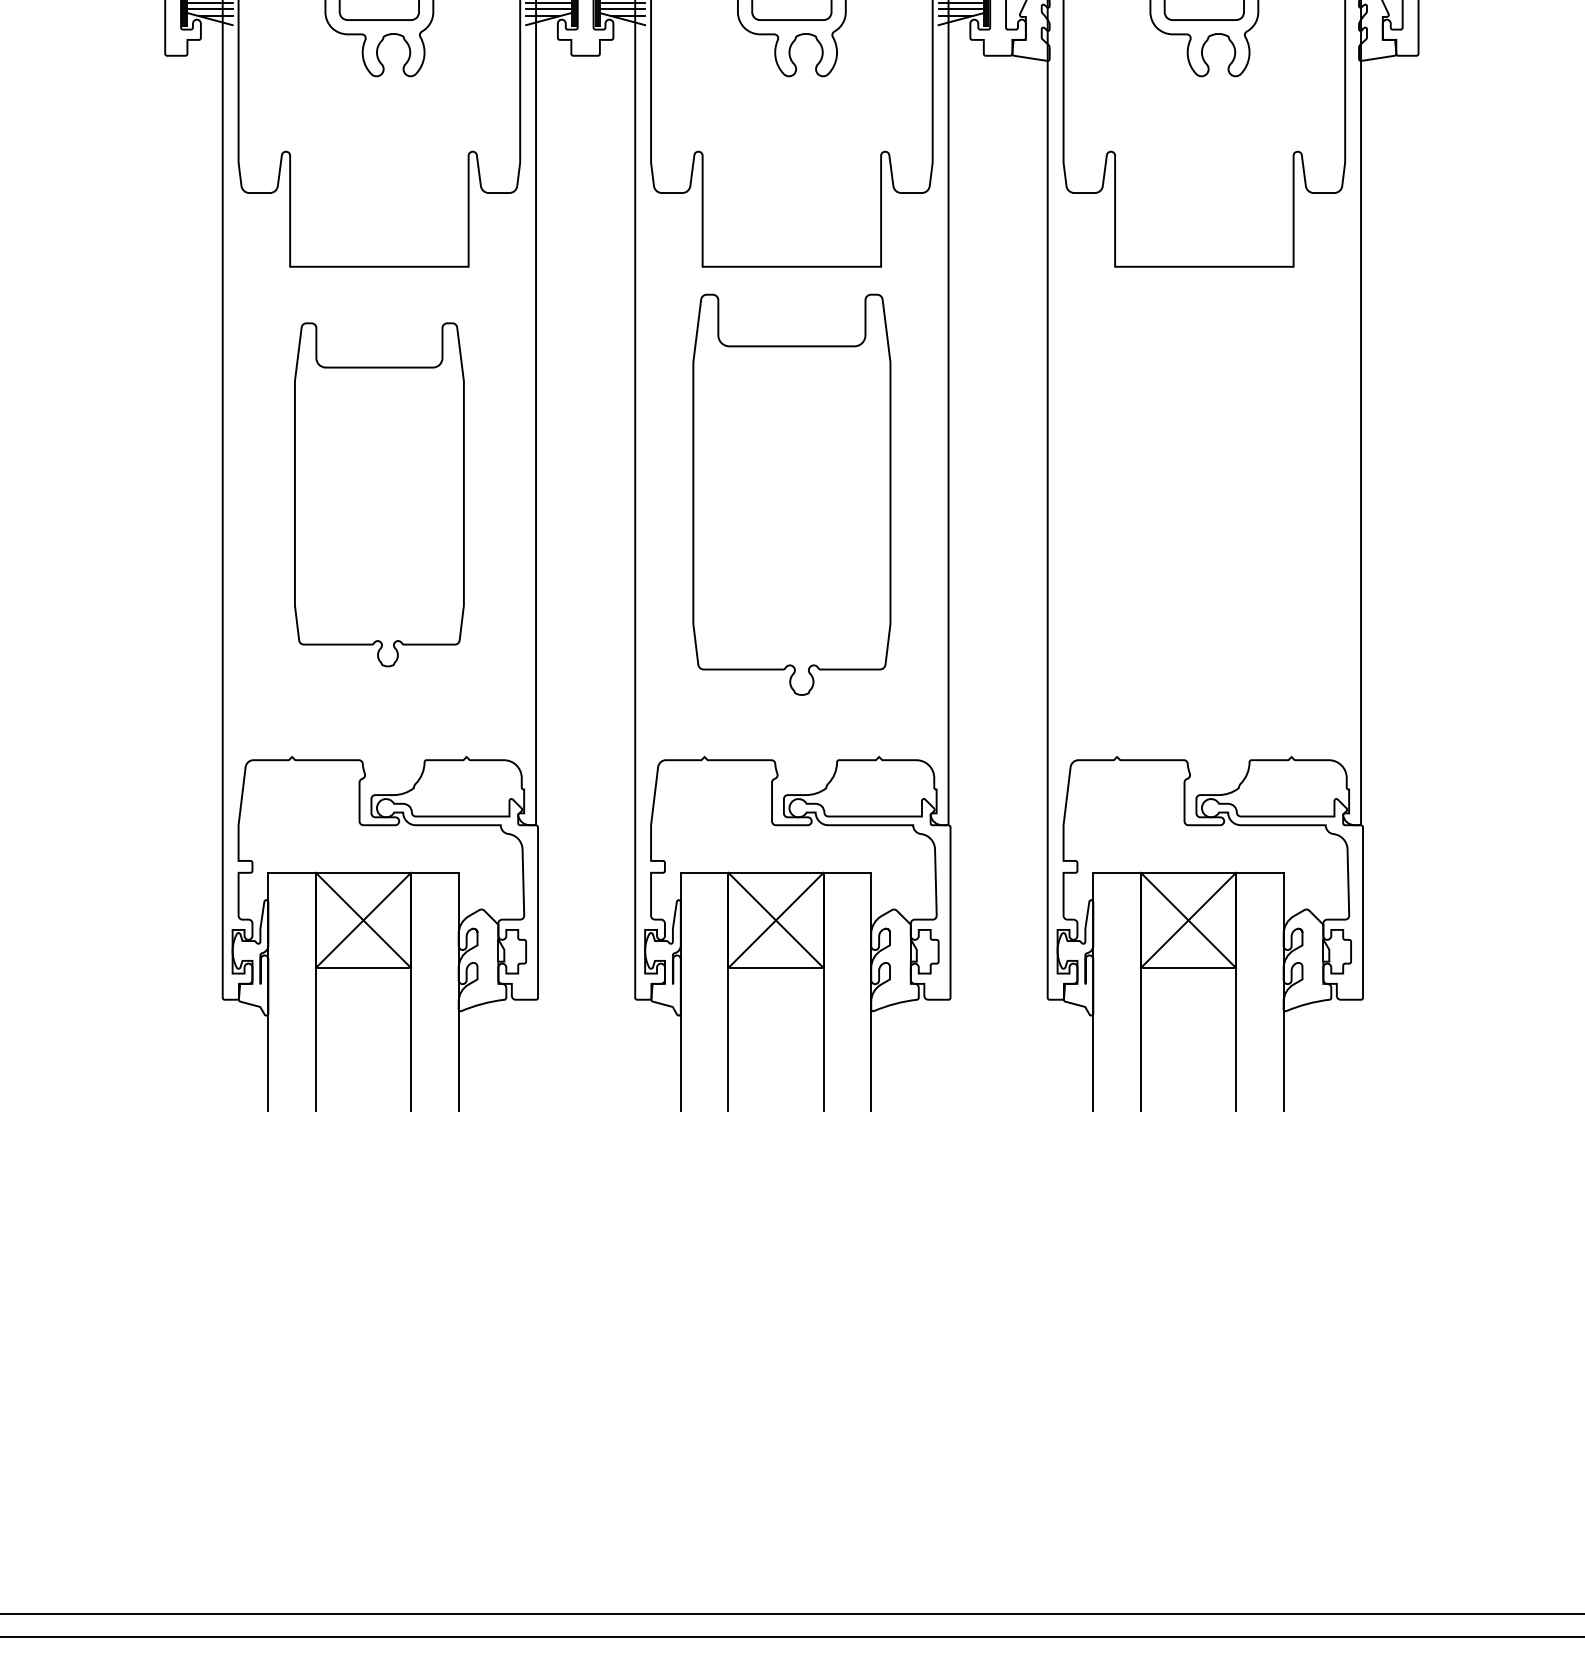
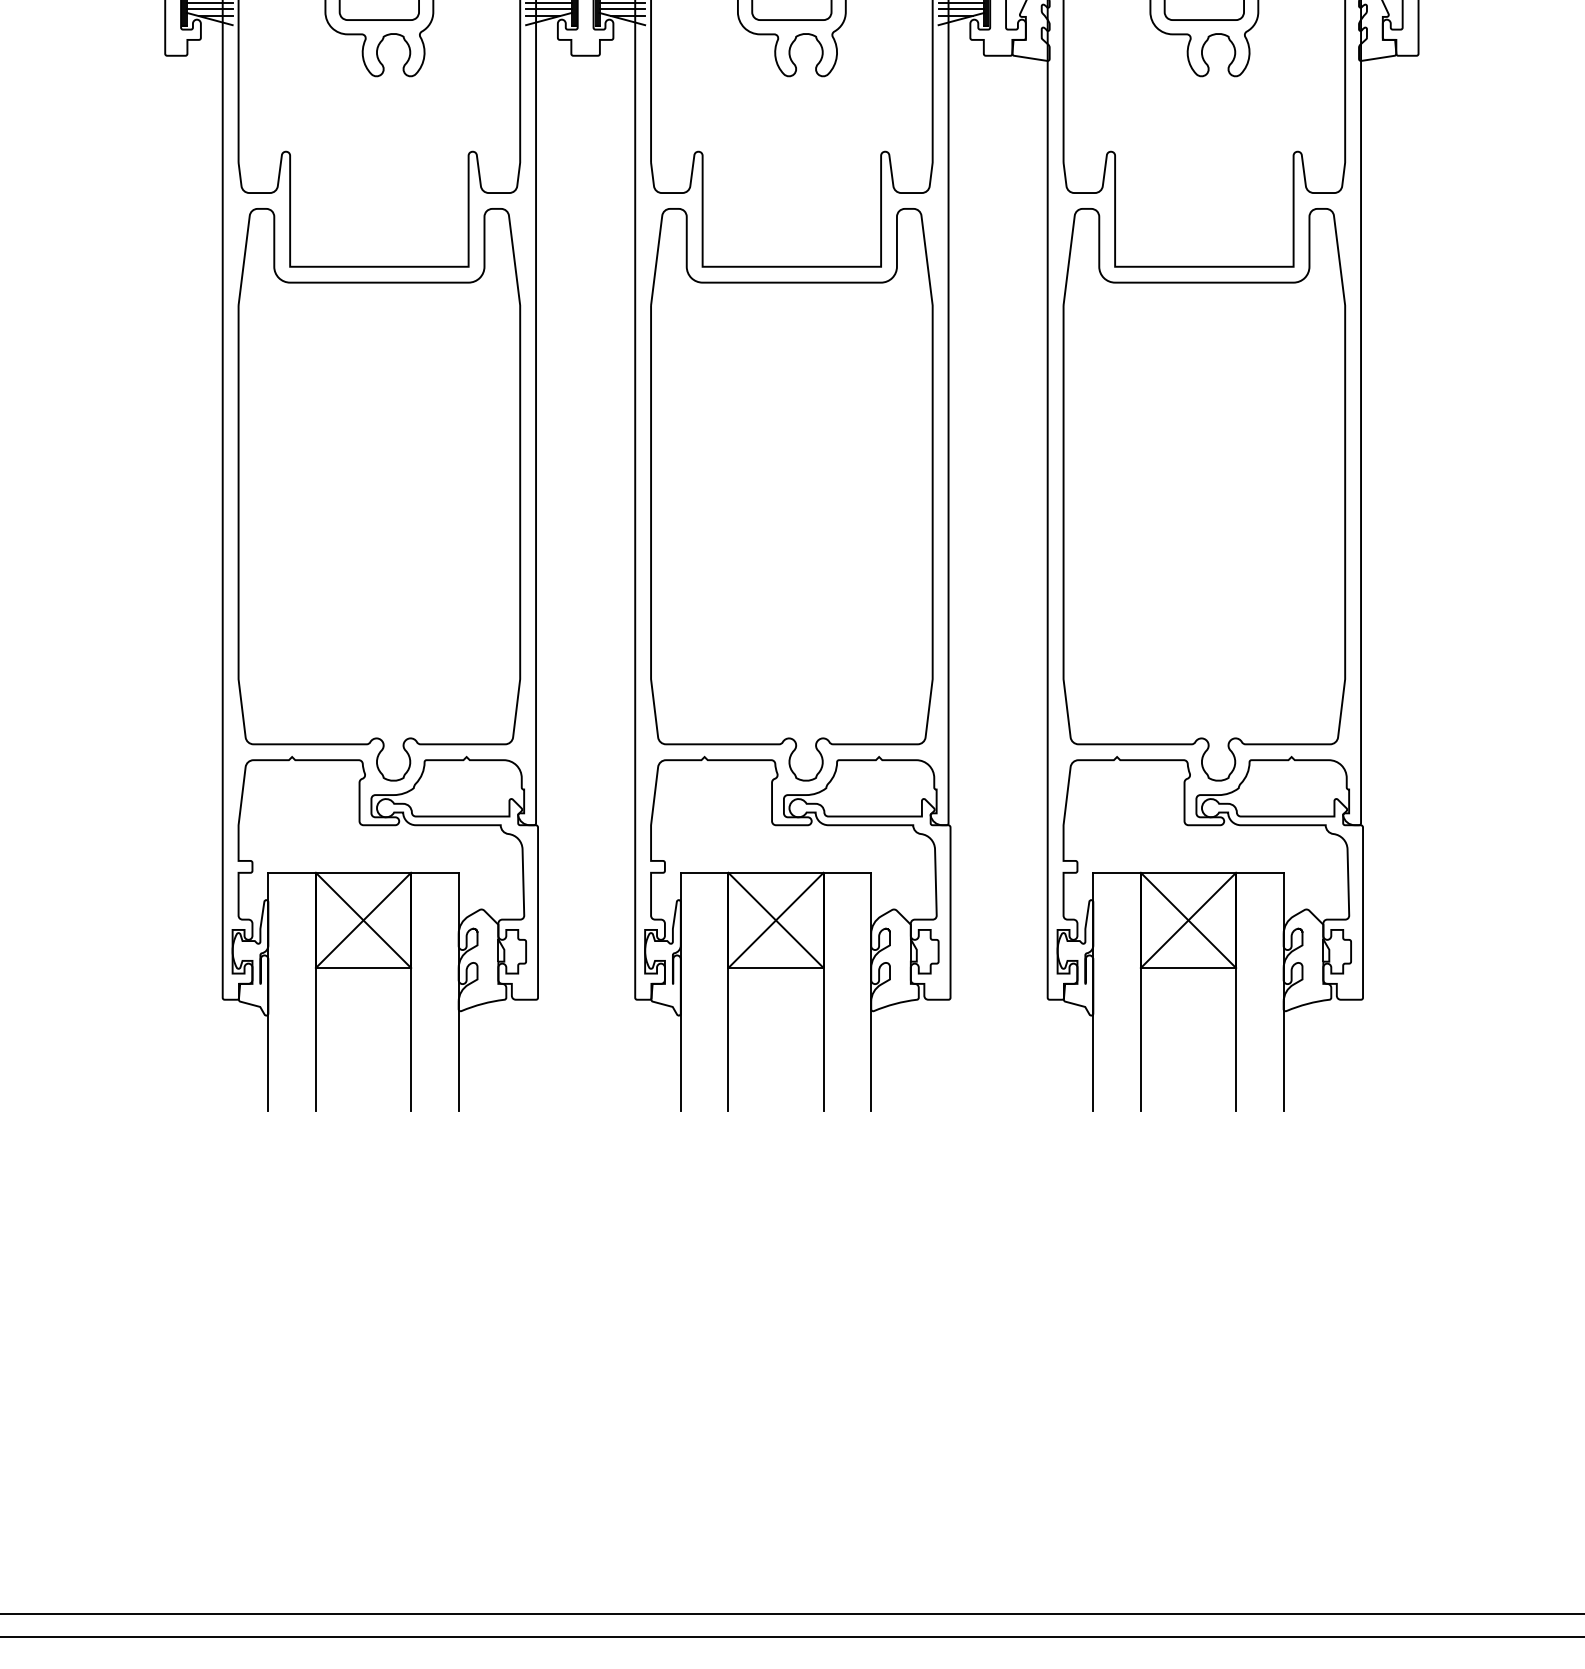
part at (379, 494) size: 171x346 px -> 285x574 px
part at (791, 494) size: 200x403 px -> 284x574 px
part at (1204, 494): none -> present
